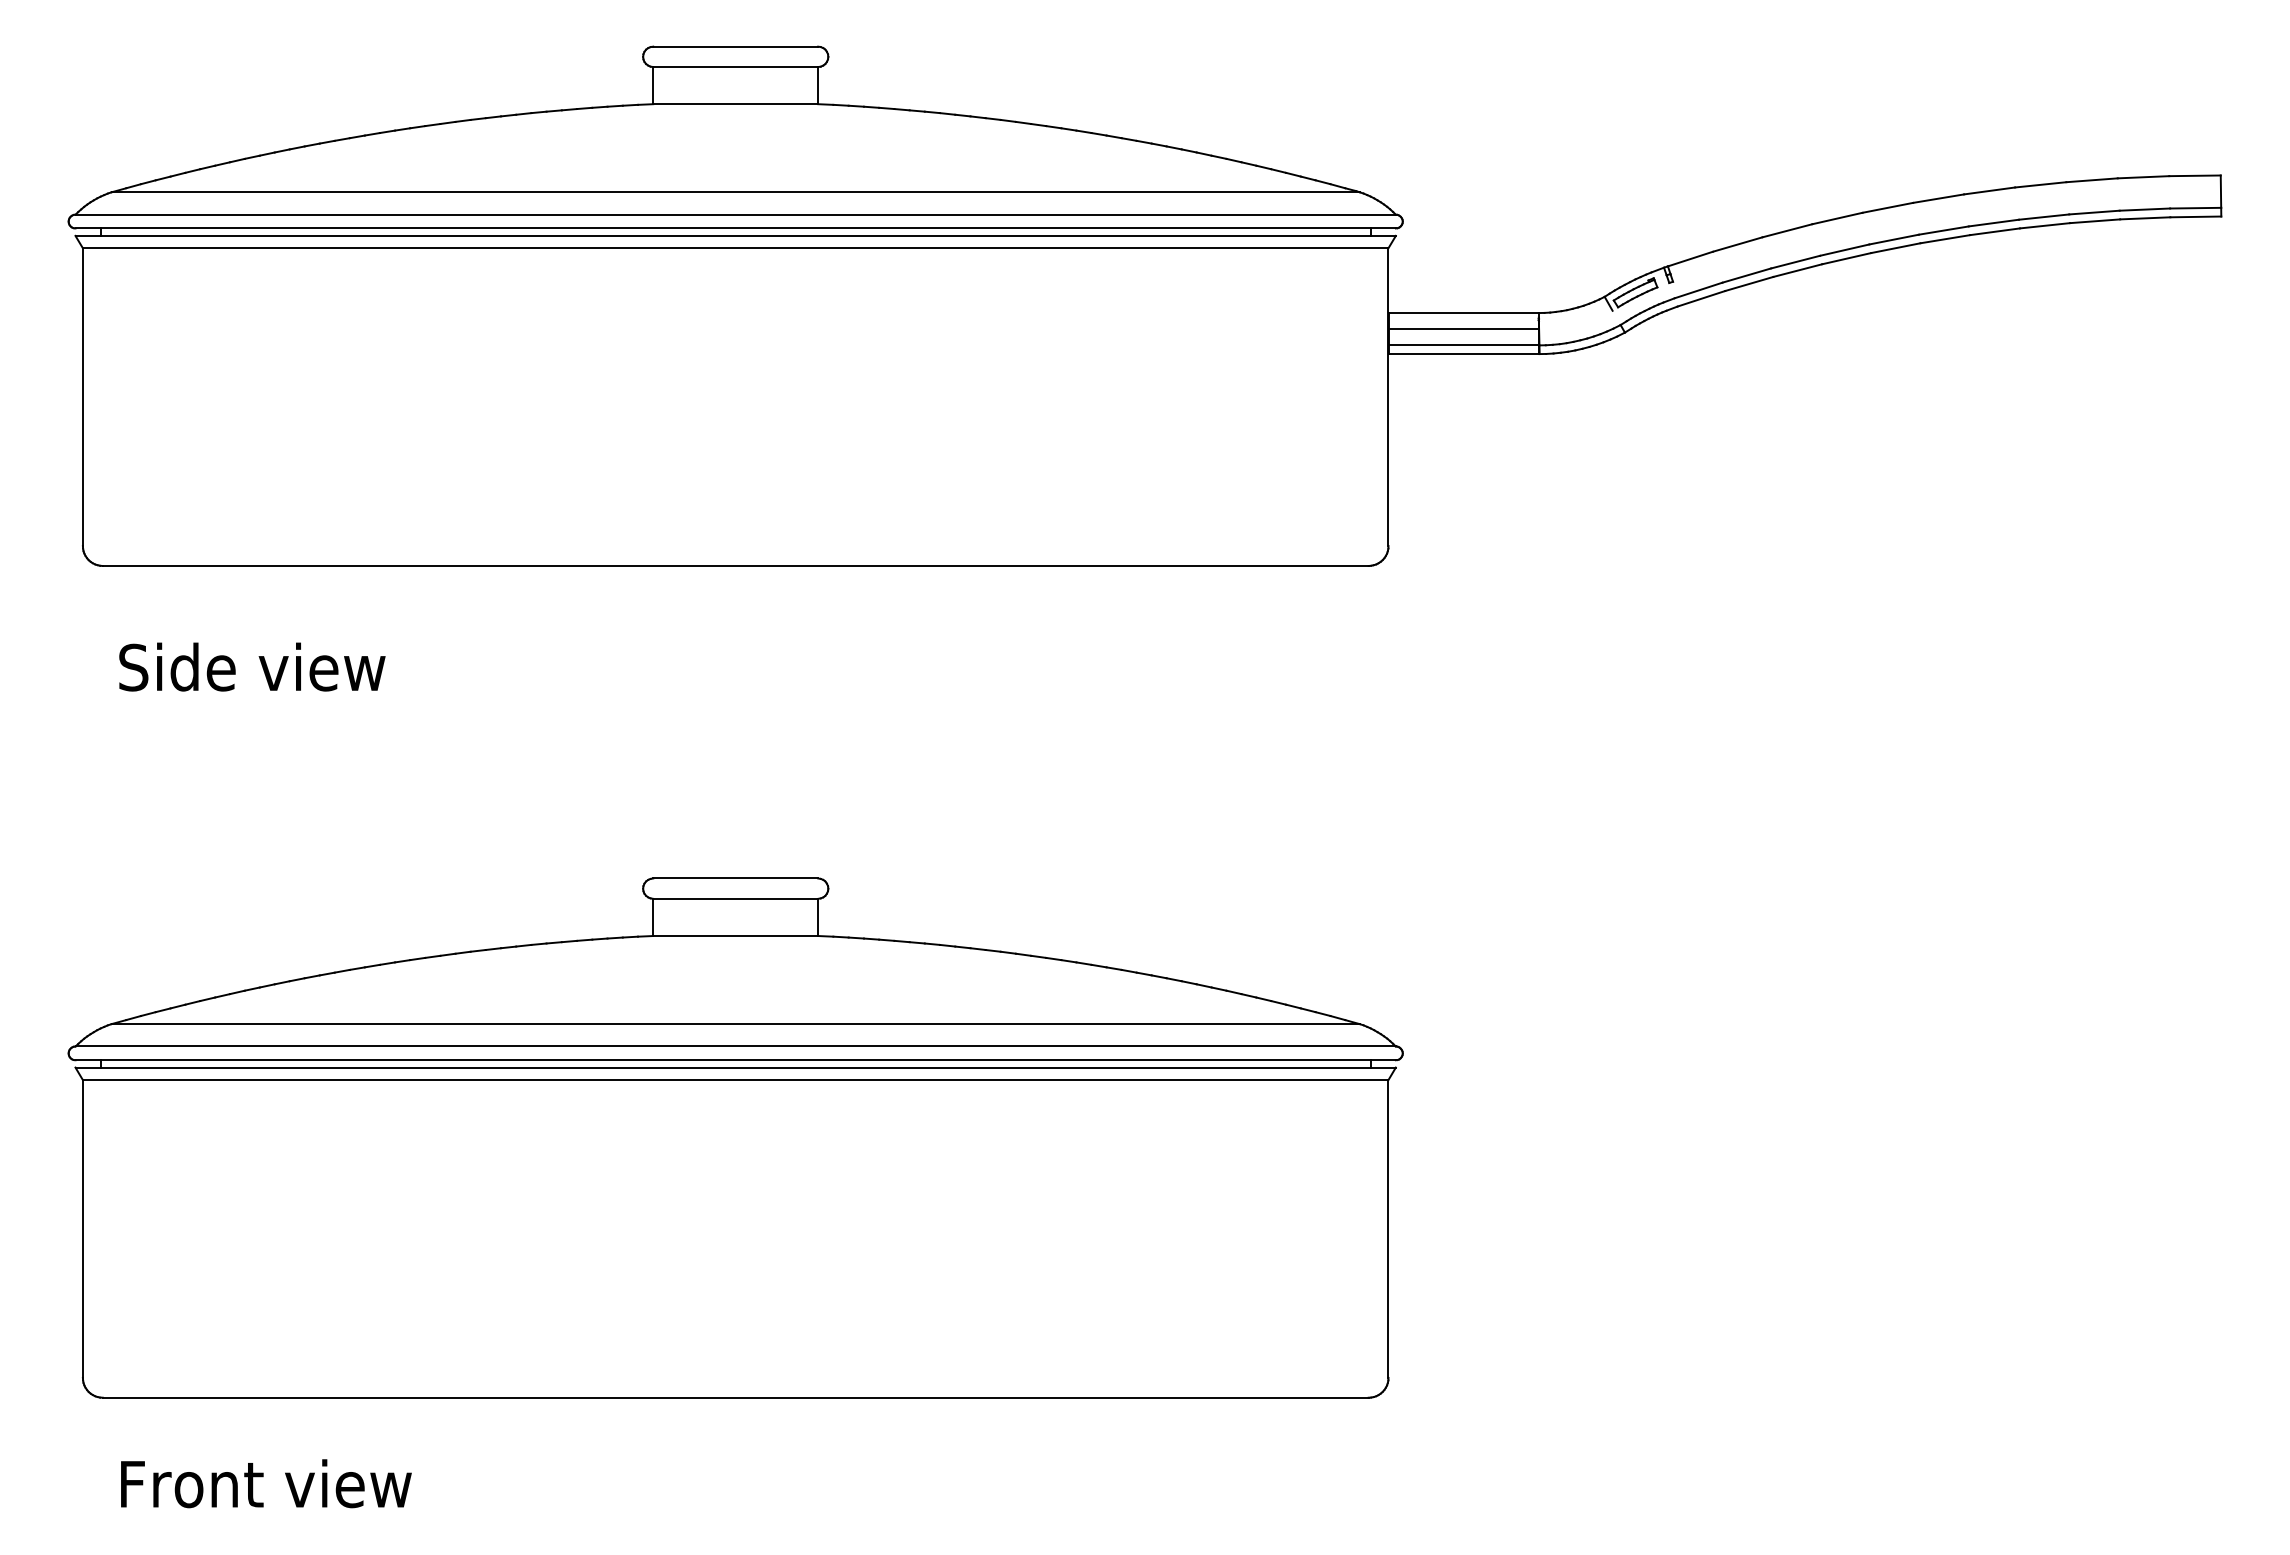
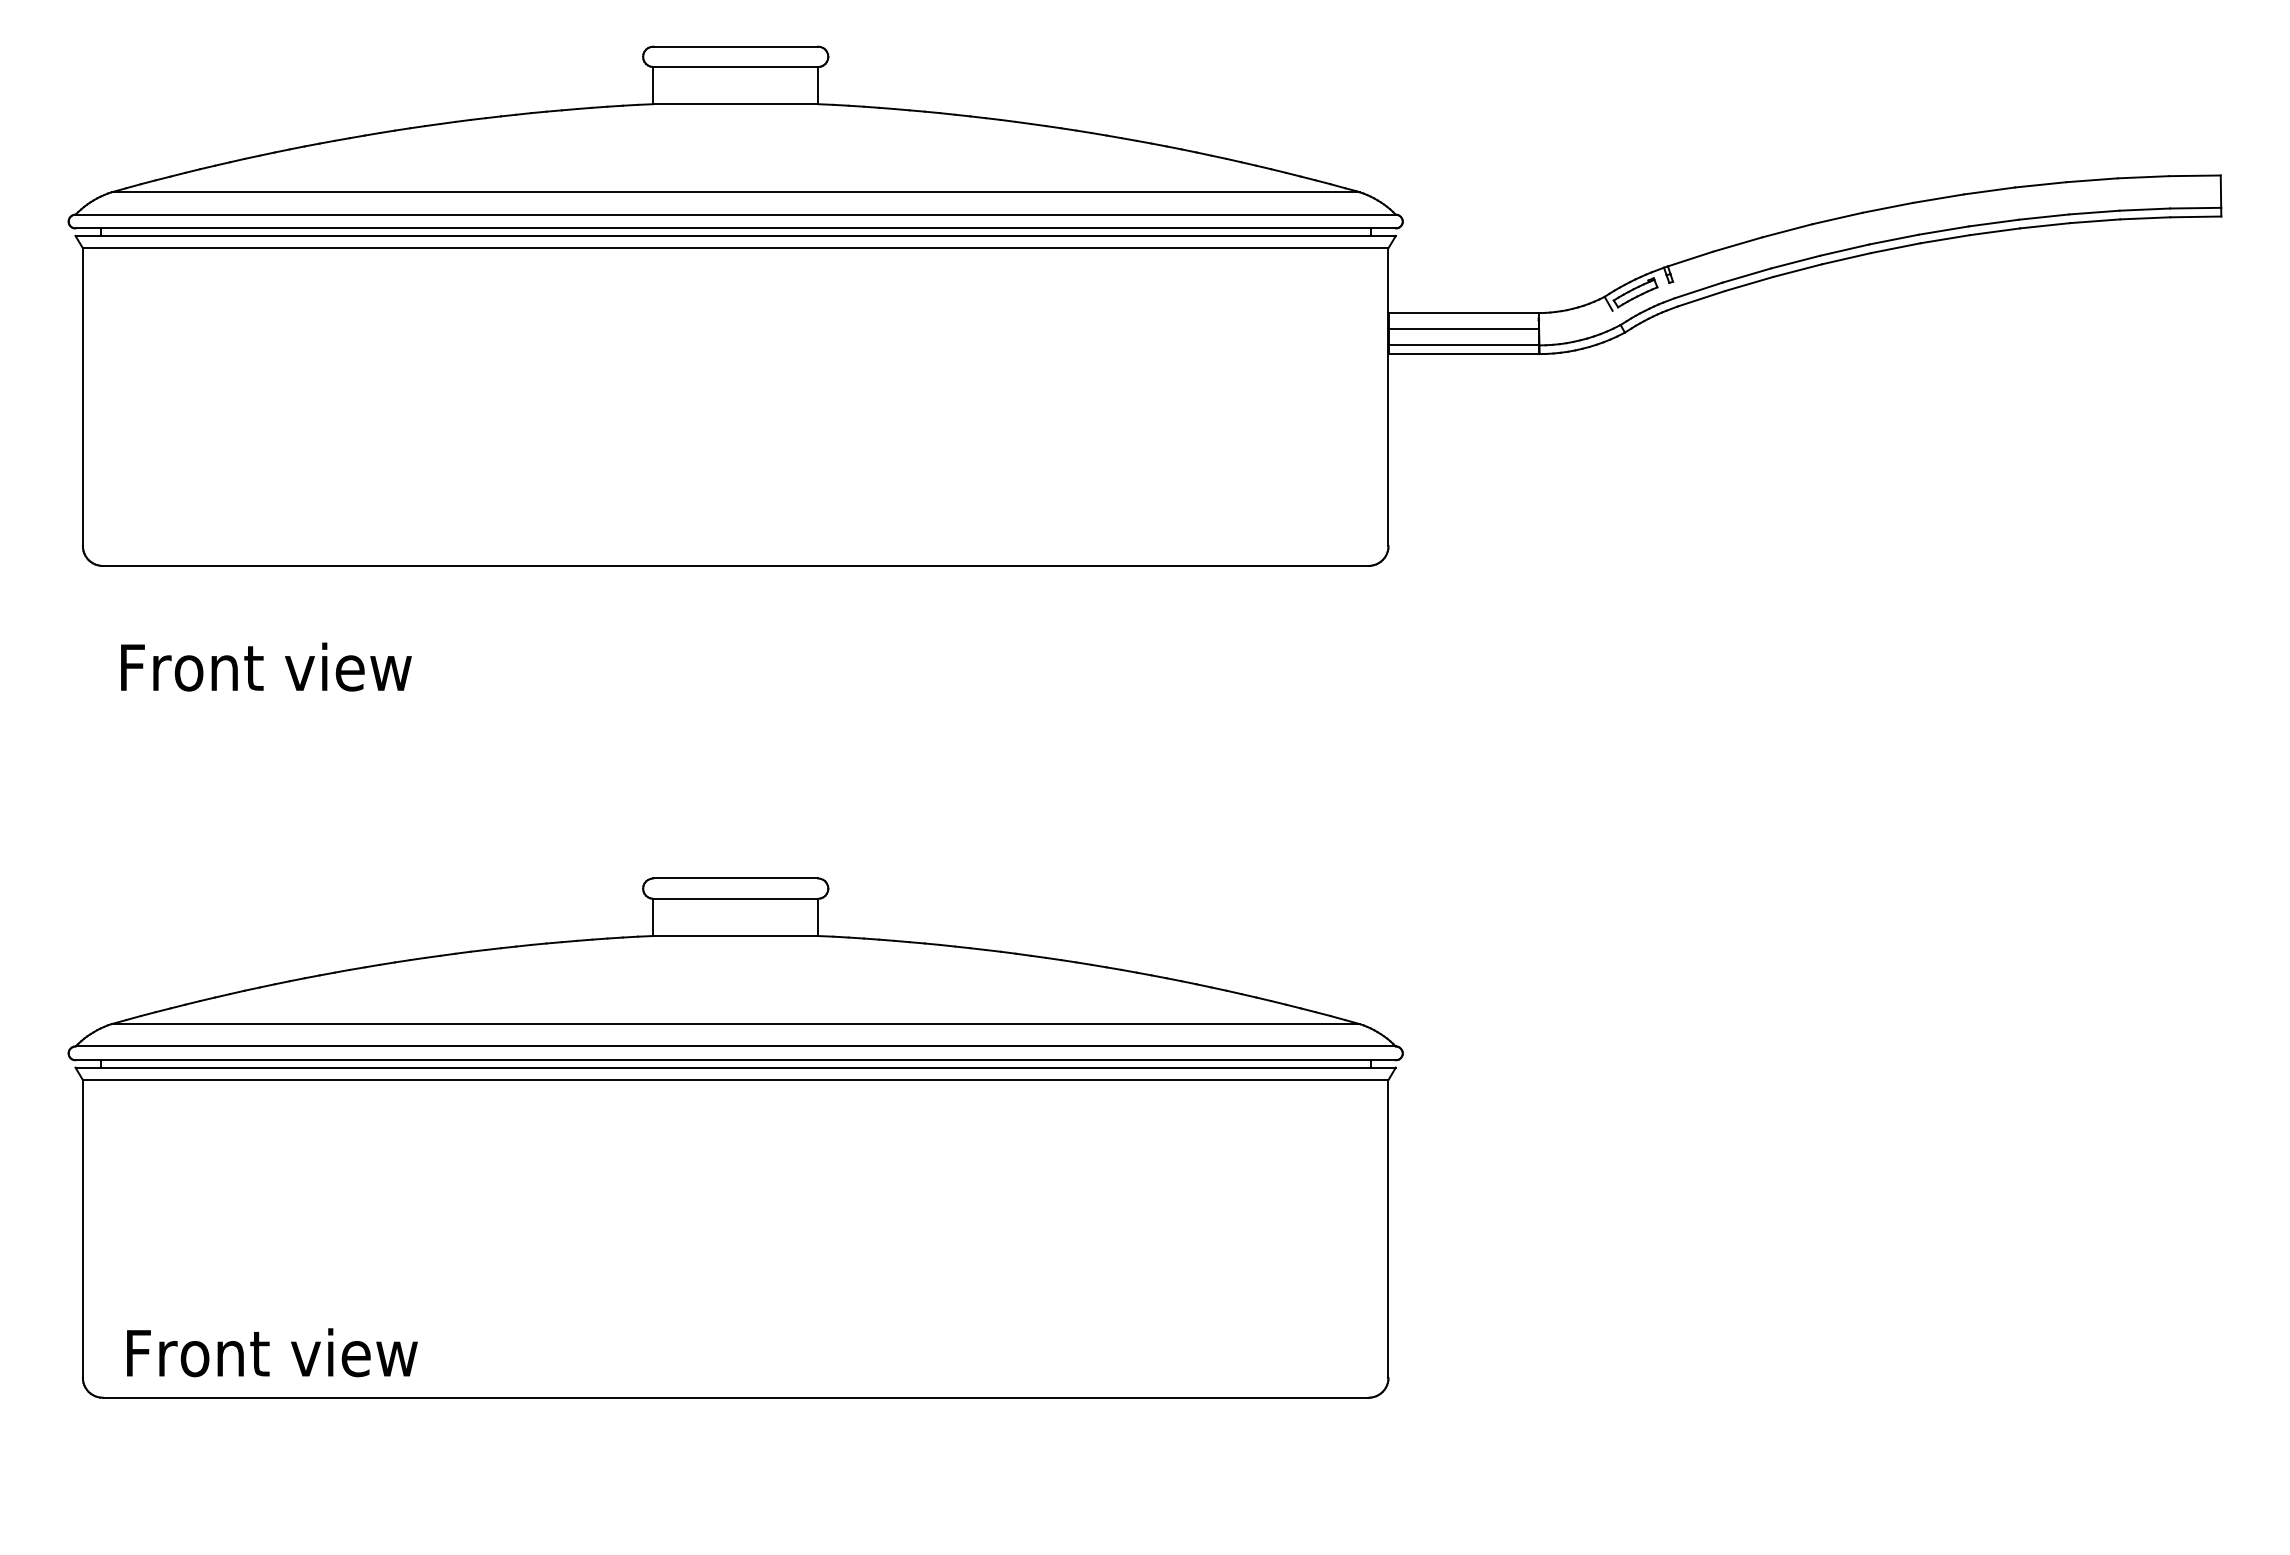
text at (265, 666): Side view -> Front view
text at (266, 1483) position: (266, 1483) -> (272, 1352)
